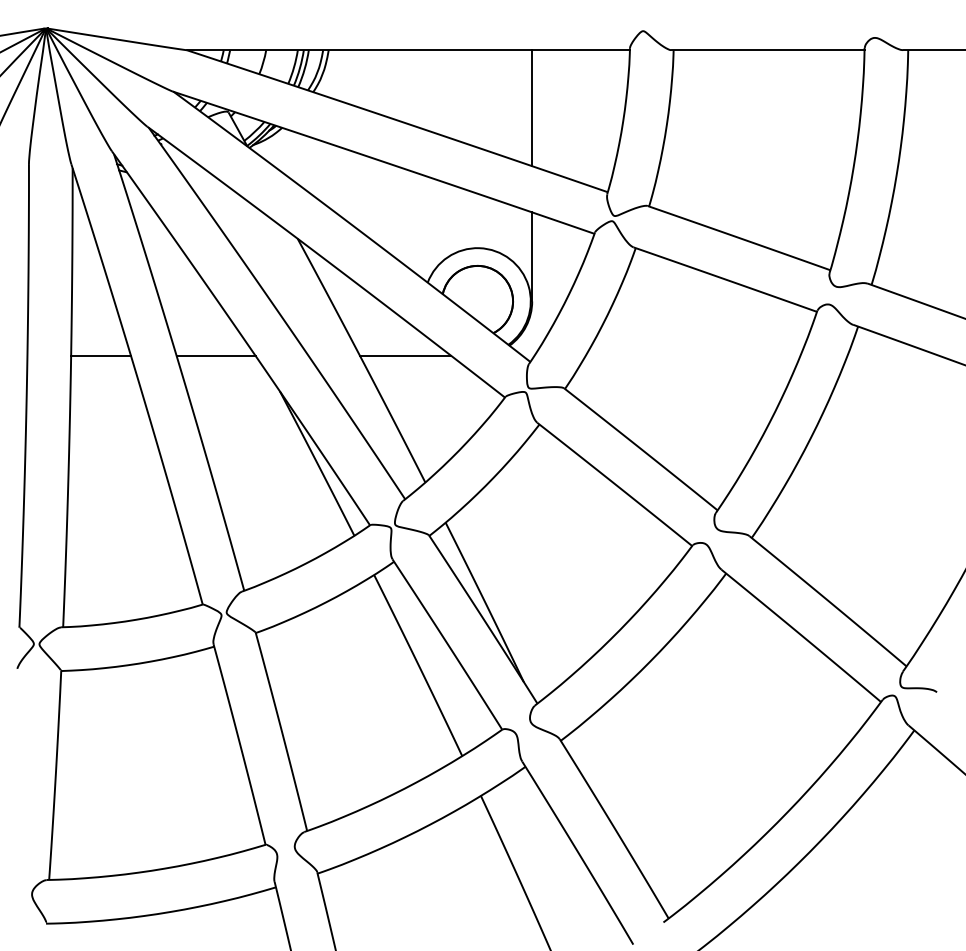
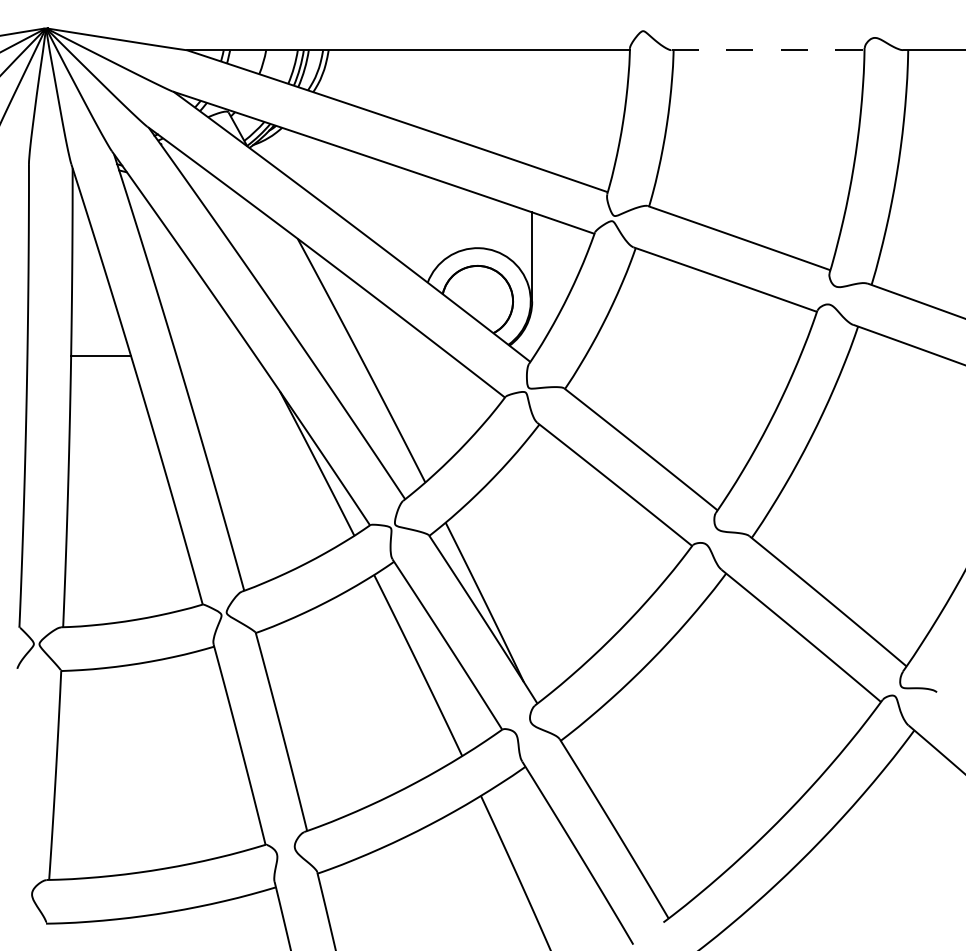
line at (768, 50): solid -> dashed
line at (532, 108): present -> none
line at (215, 356): present -> none
line at (405, 356): present -> none
